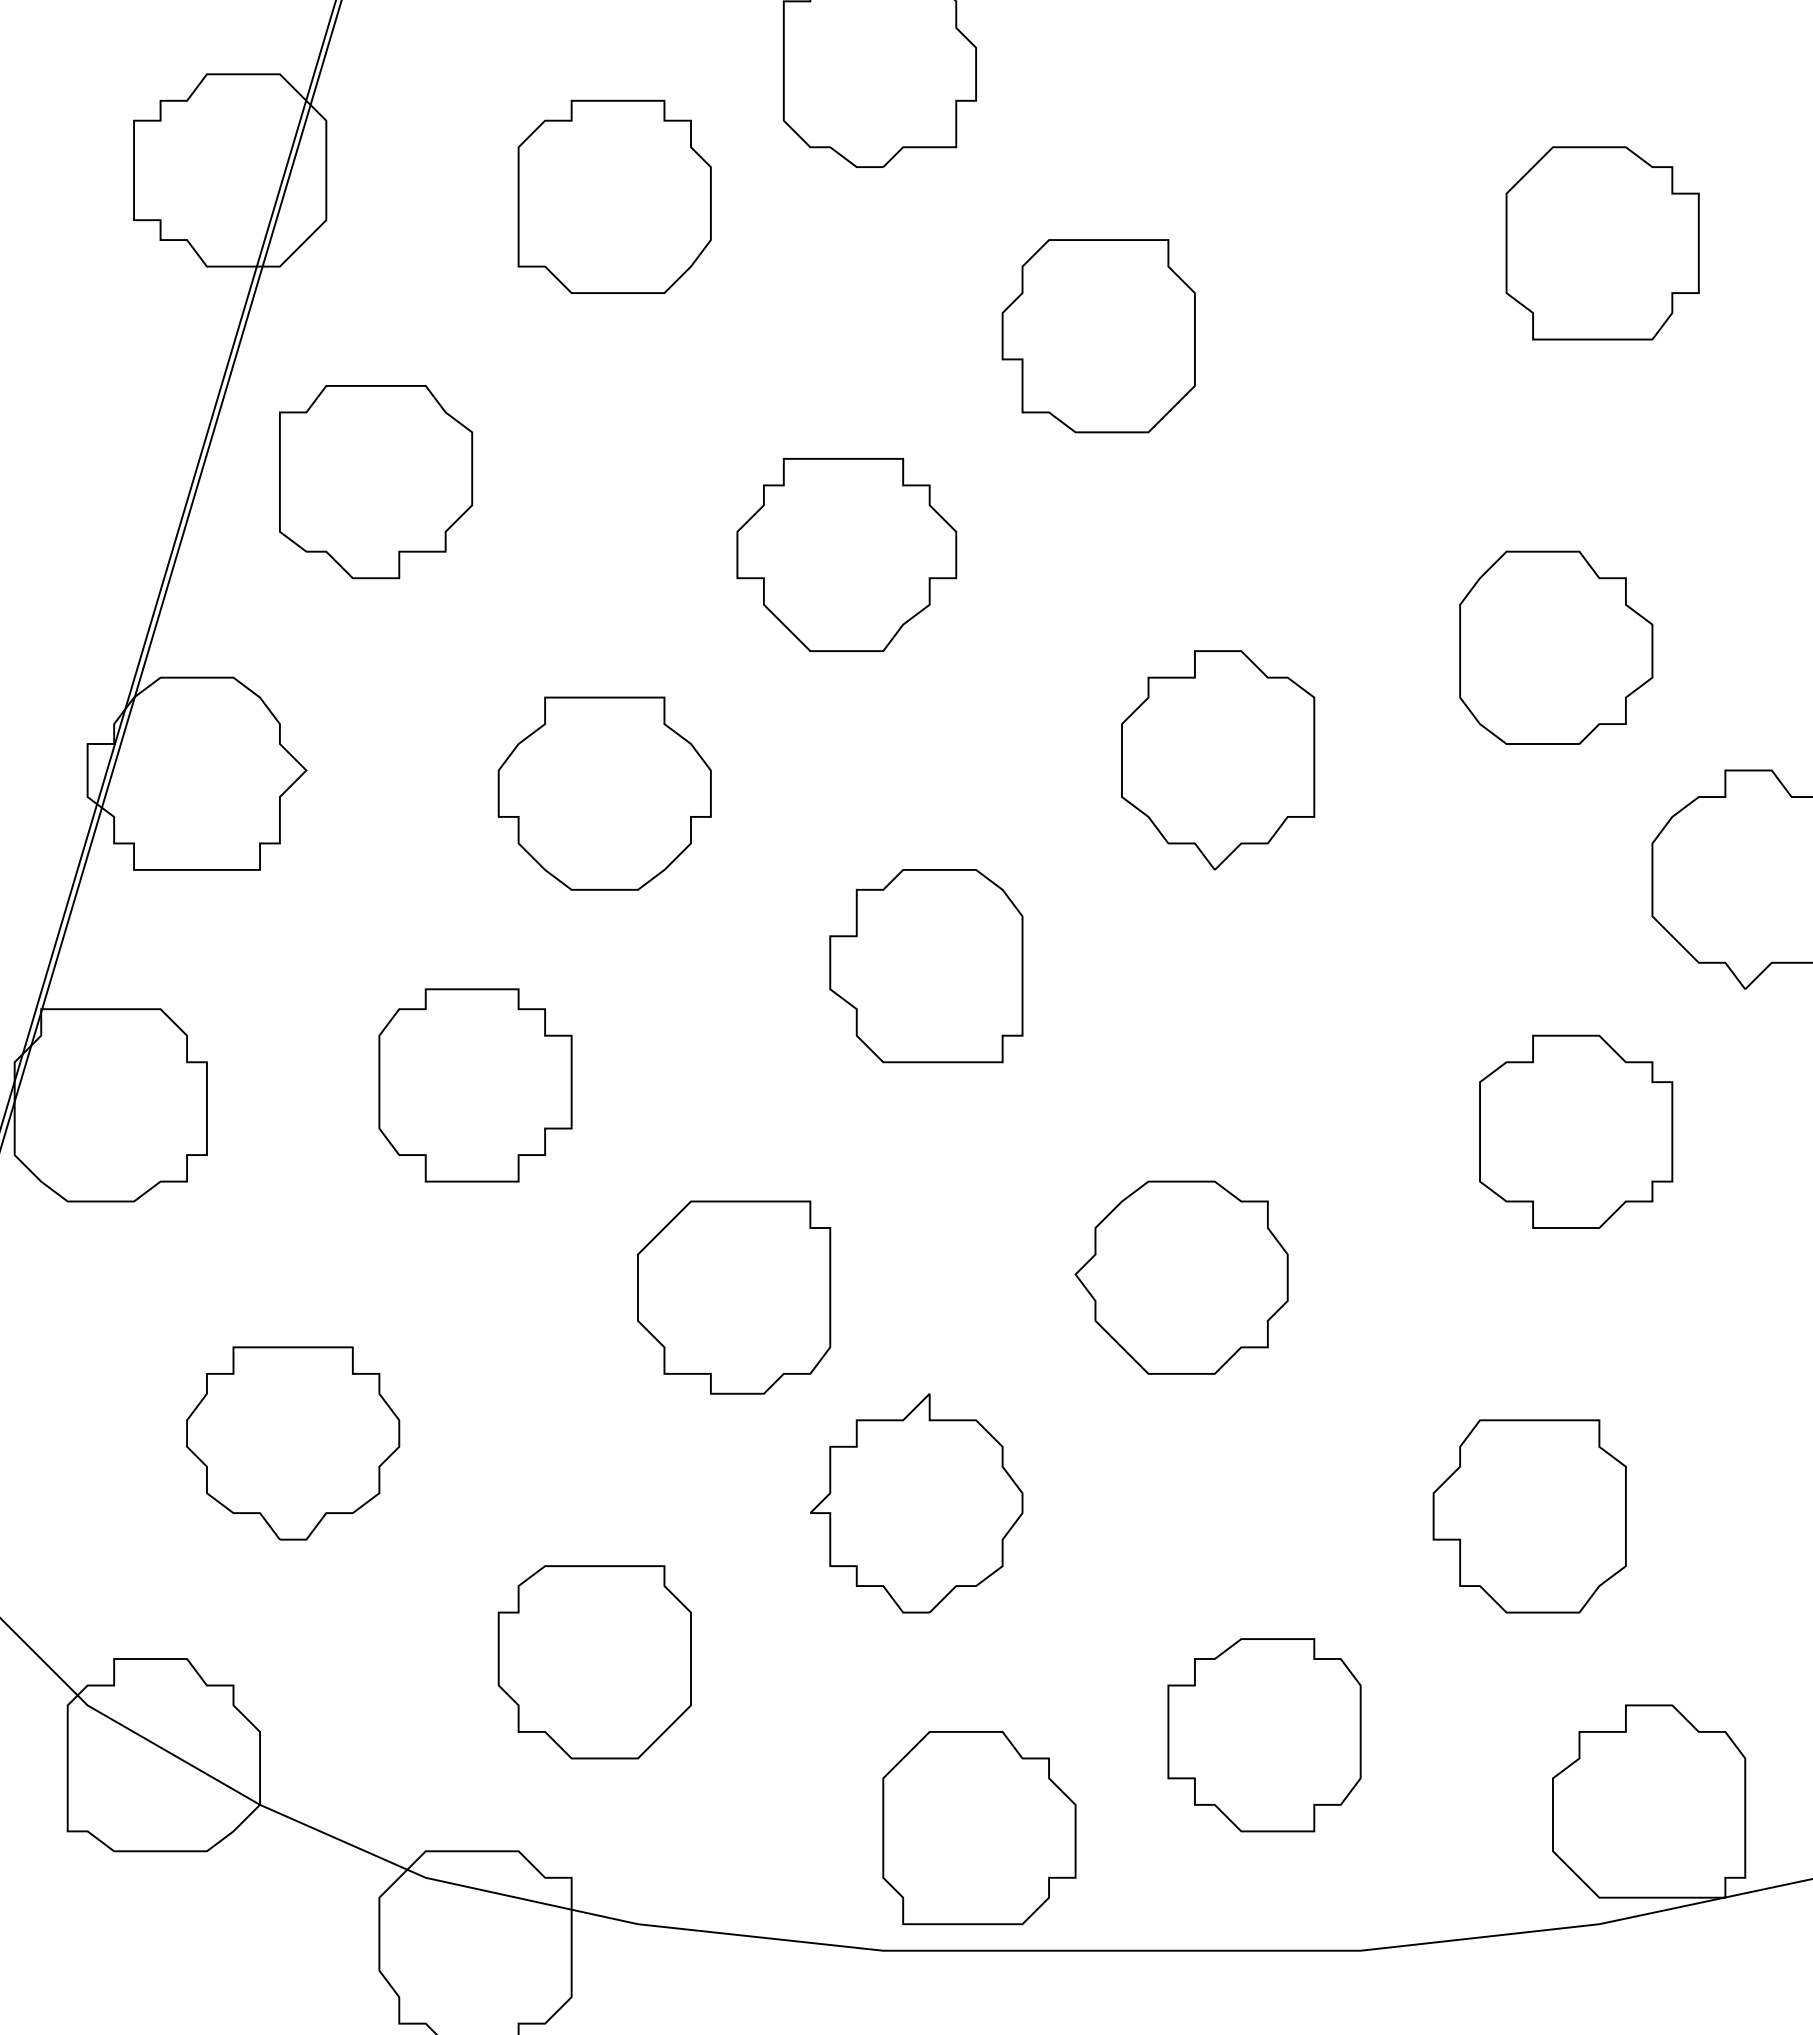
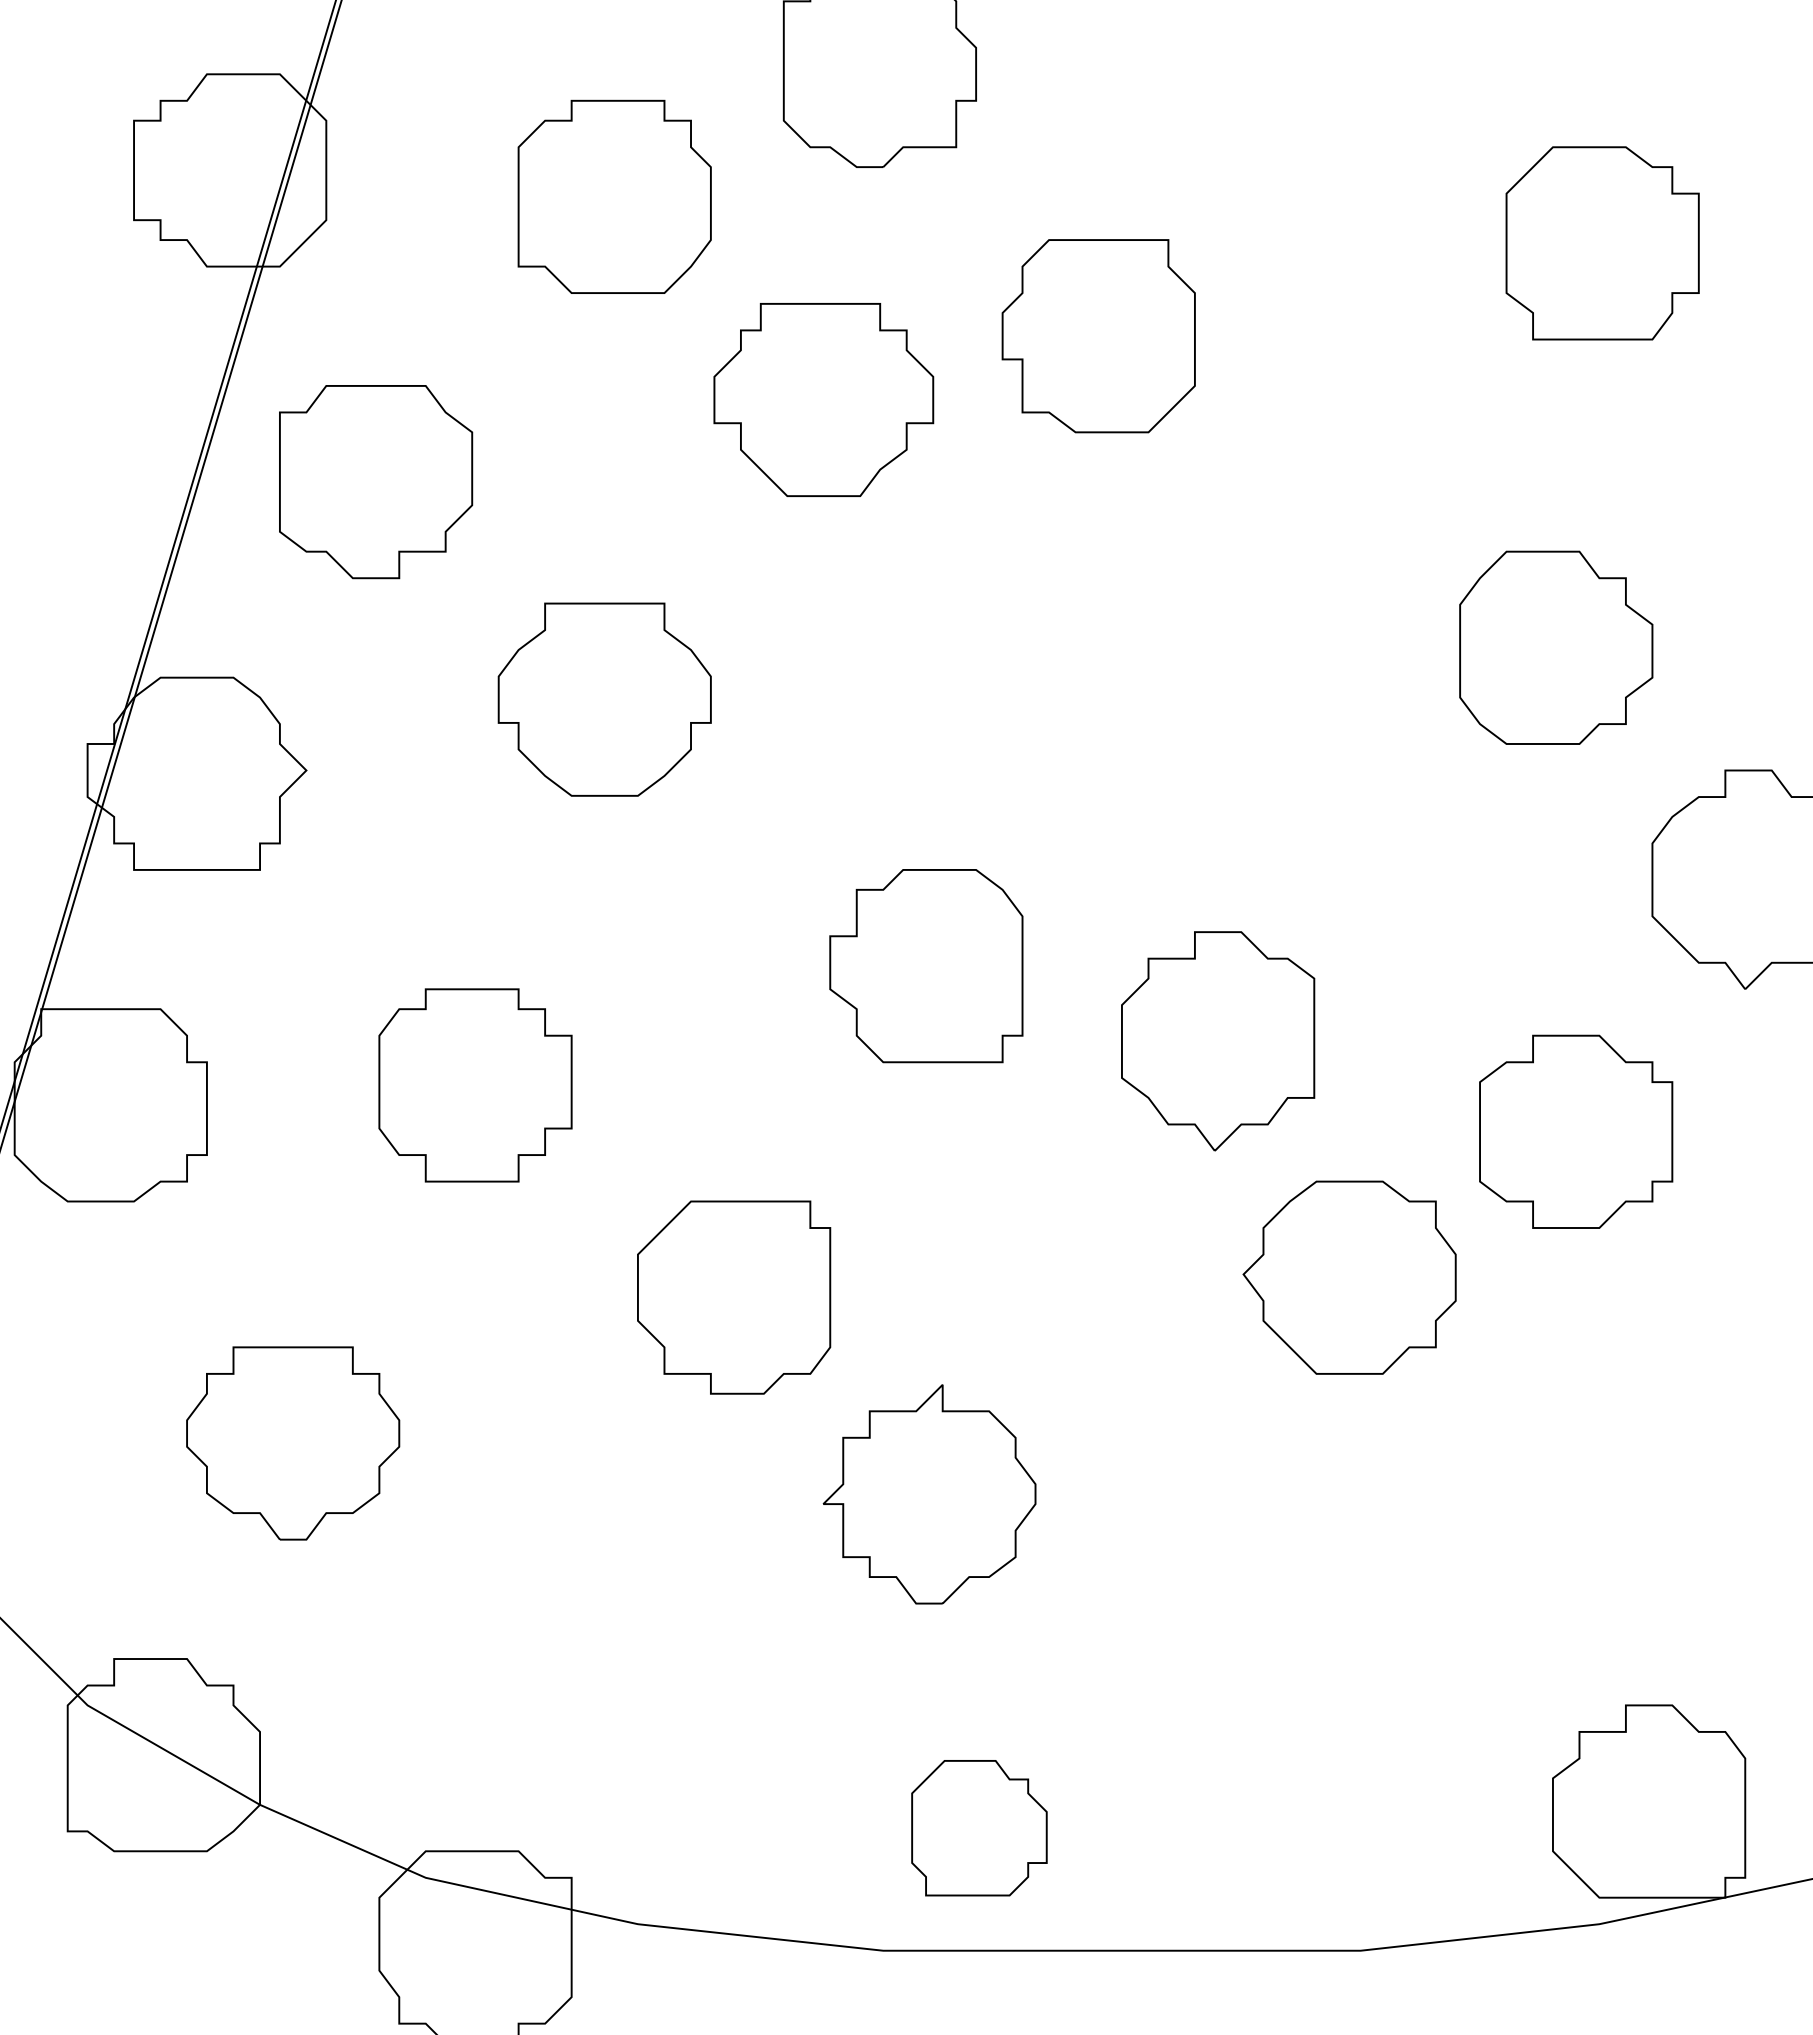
part at (846, 554) position: (846, 554) -> (823, 399)
part at (1218, 760) position: (1218, 760) -> (1218, 1041)
part at (604, 793) position: (604, 793) -> (604, 699)
part at (1181, 1277) position: (1181, 1277) -> (1349, 1277)
part at (916, 1503) position: (916, 1503) -> (929, 1494)
part at (1529, 1516): present -> none
part at (594, 1662): present -> none
part at (1264, 1735): present -> none
part at (979, 1828) size: 195x195 px -> 137x137 px
